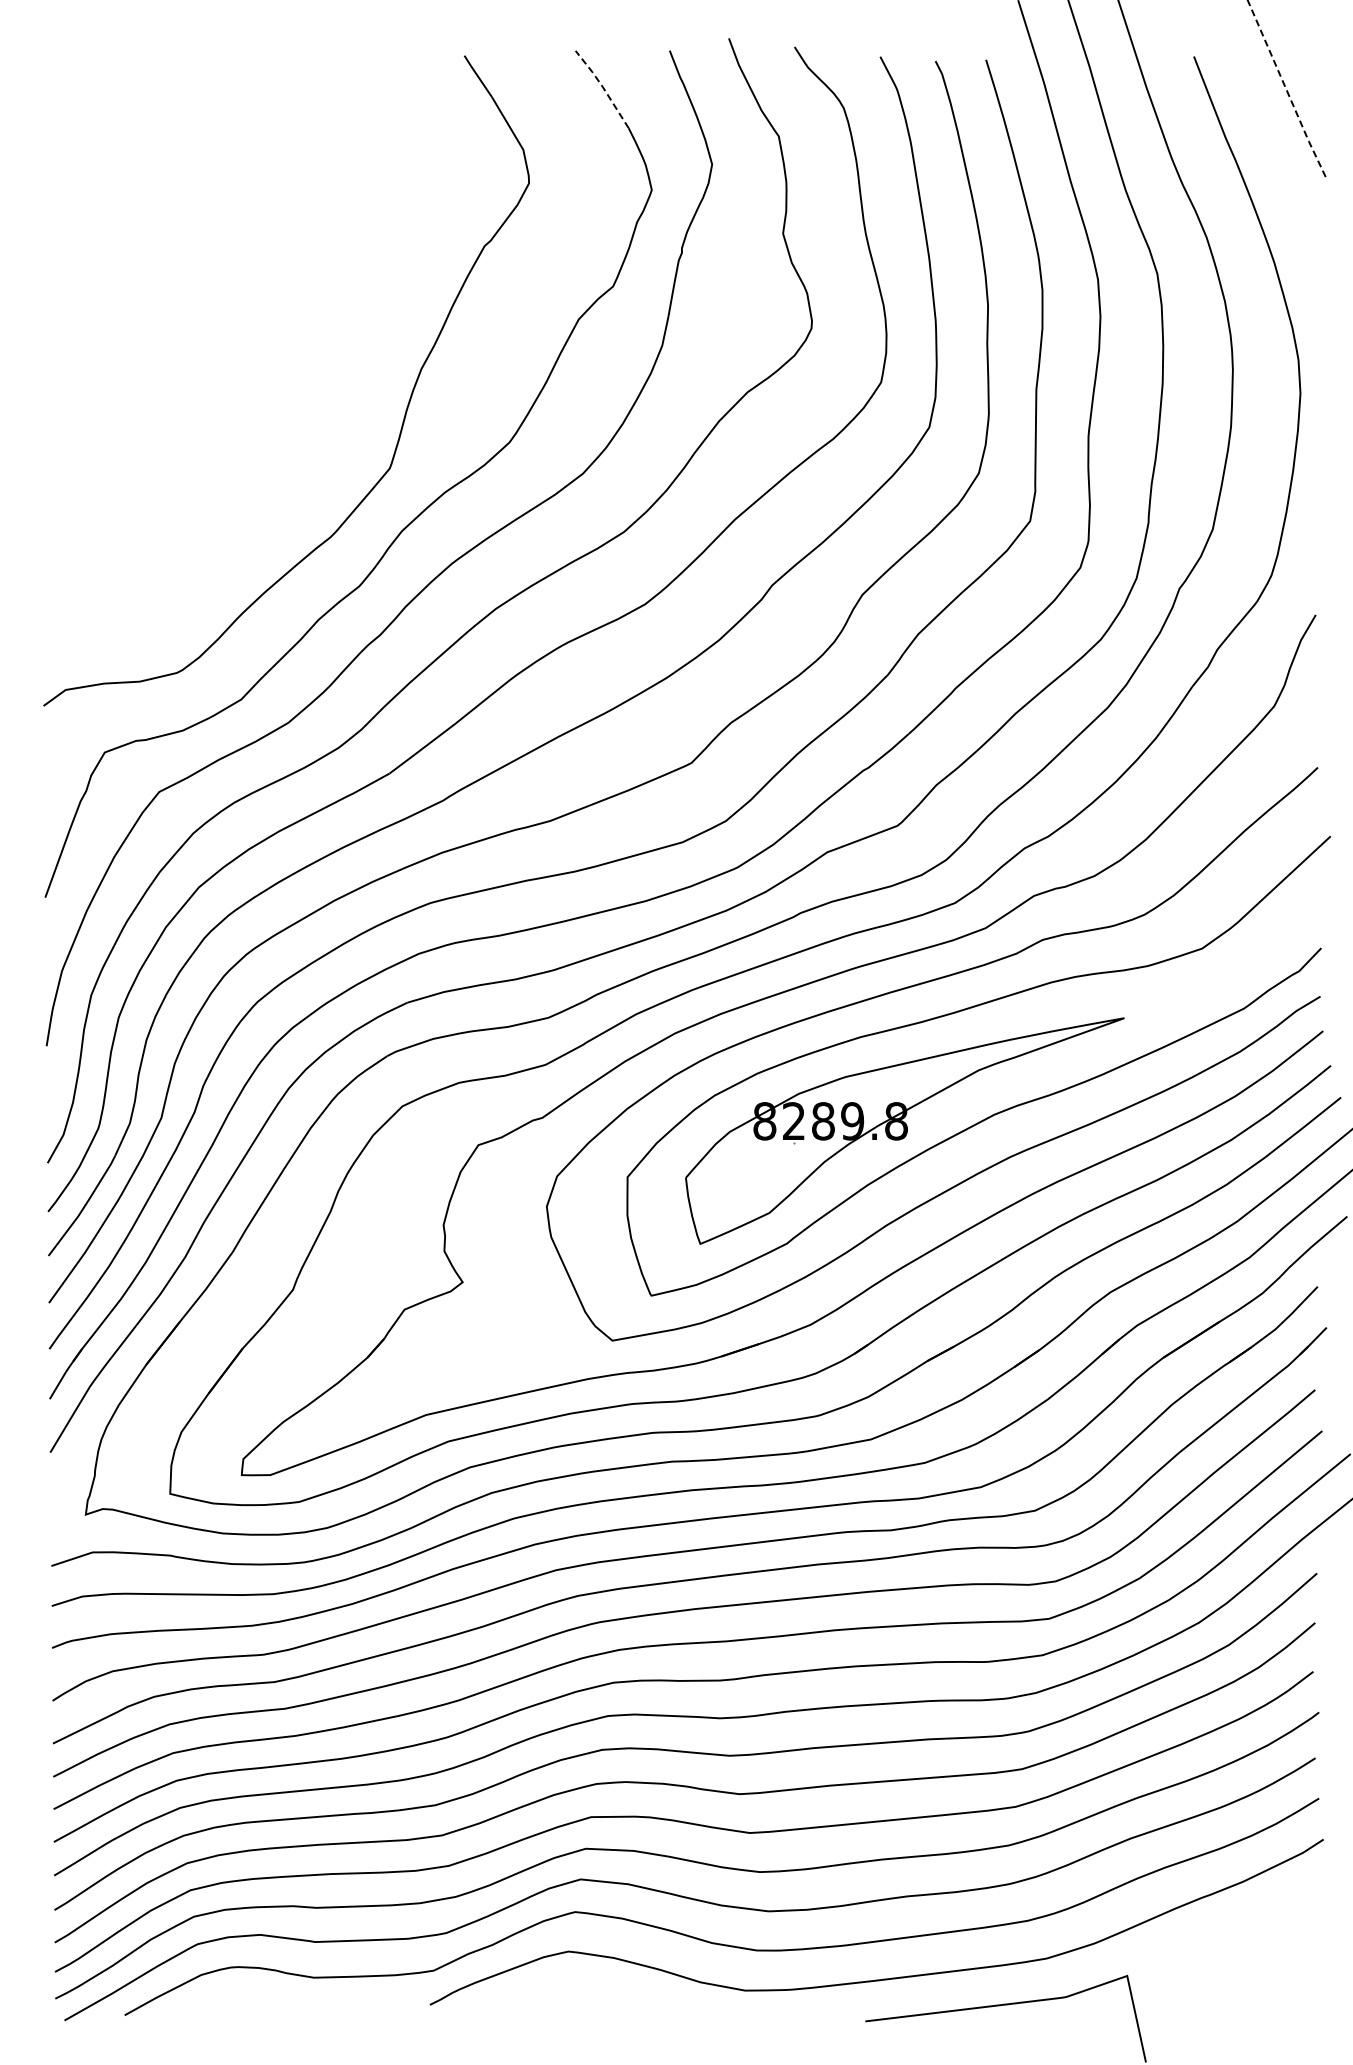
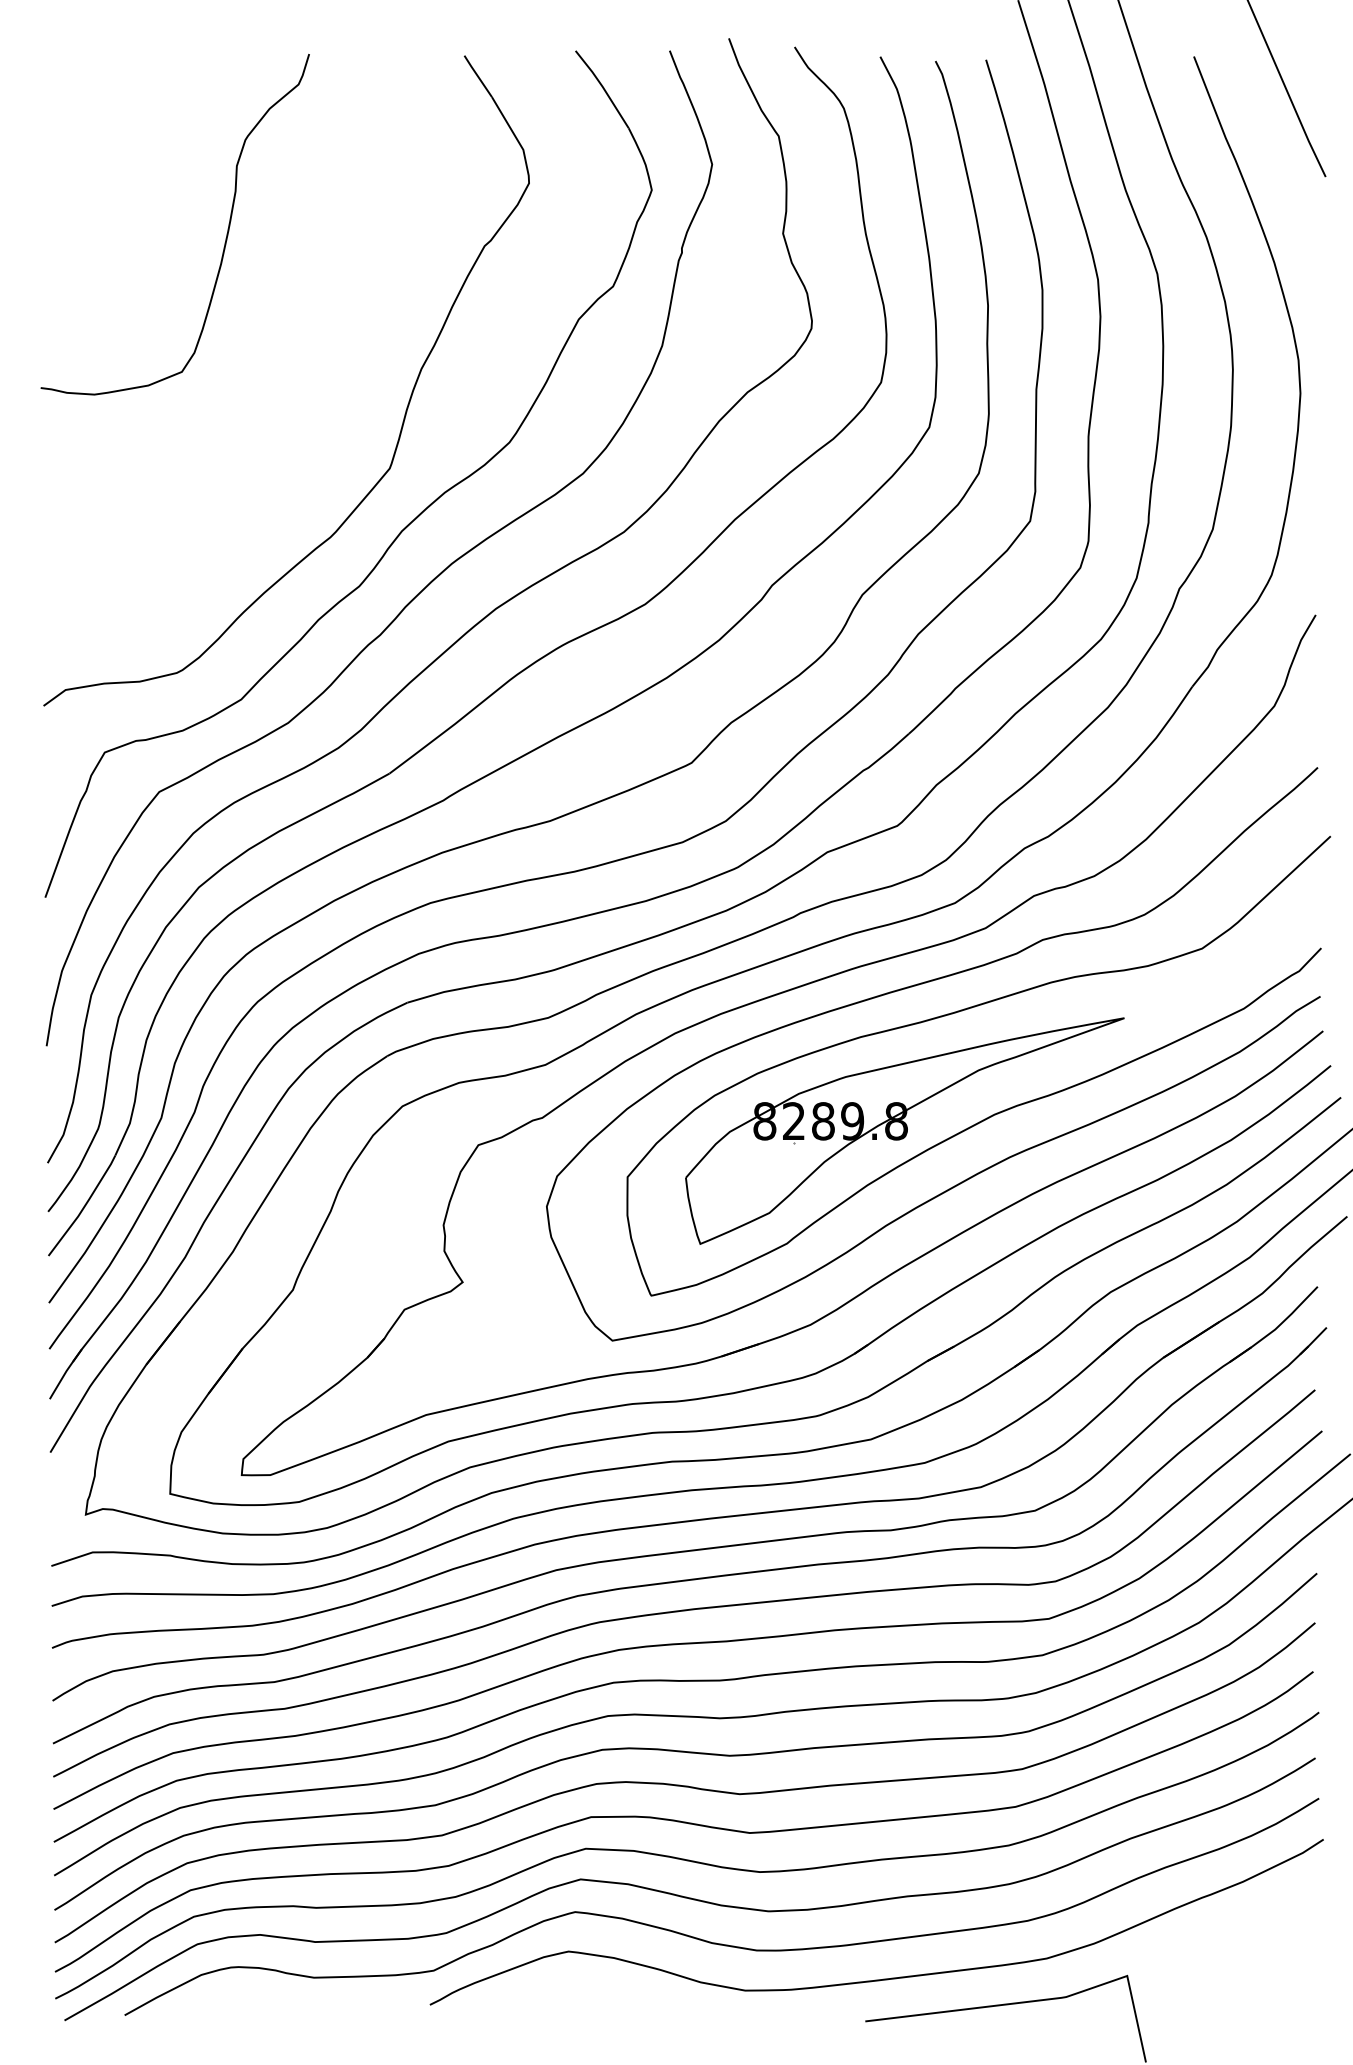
line at (602, 86): dashed -> solid
line at (1286, 89): dashed -> solid
curve at (226, 233): none -> present
